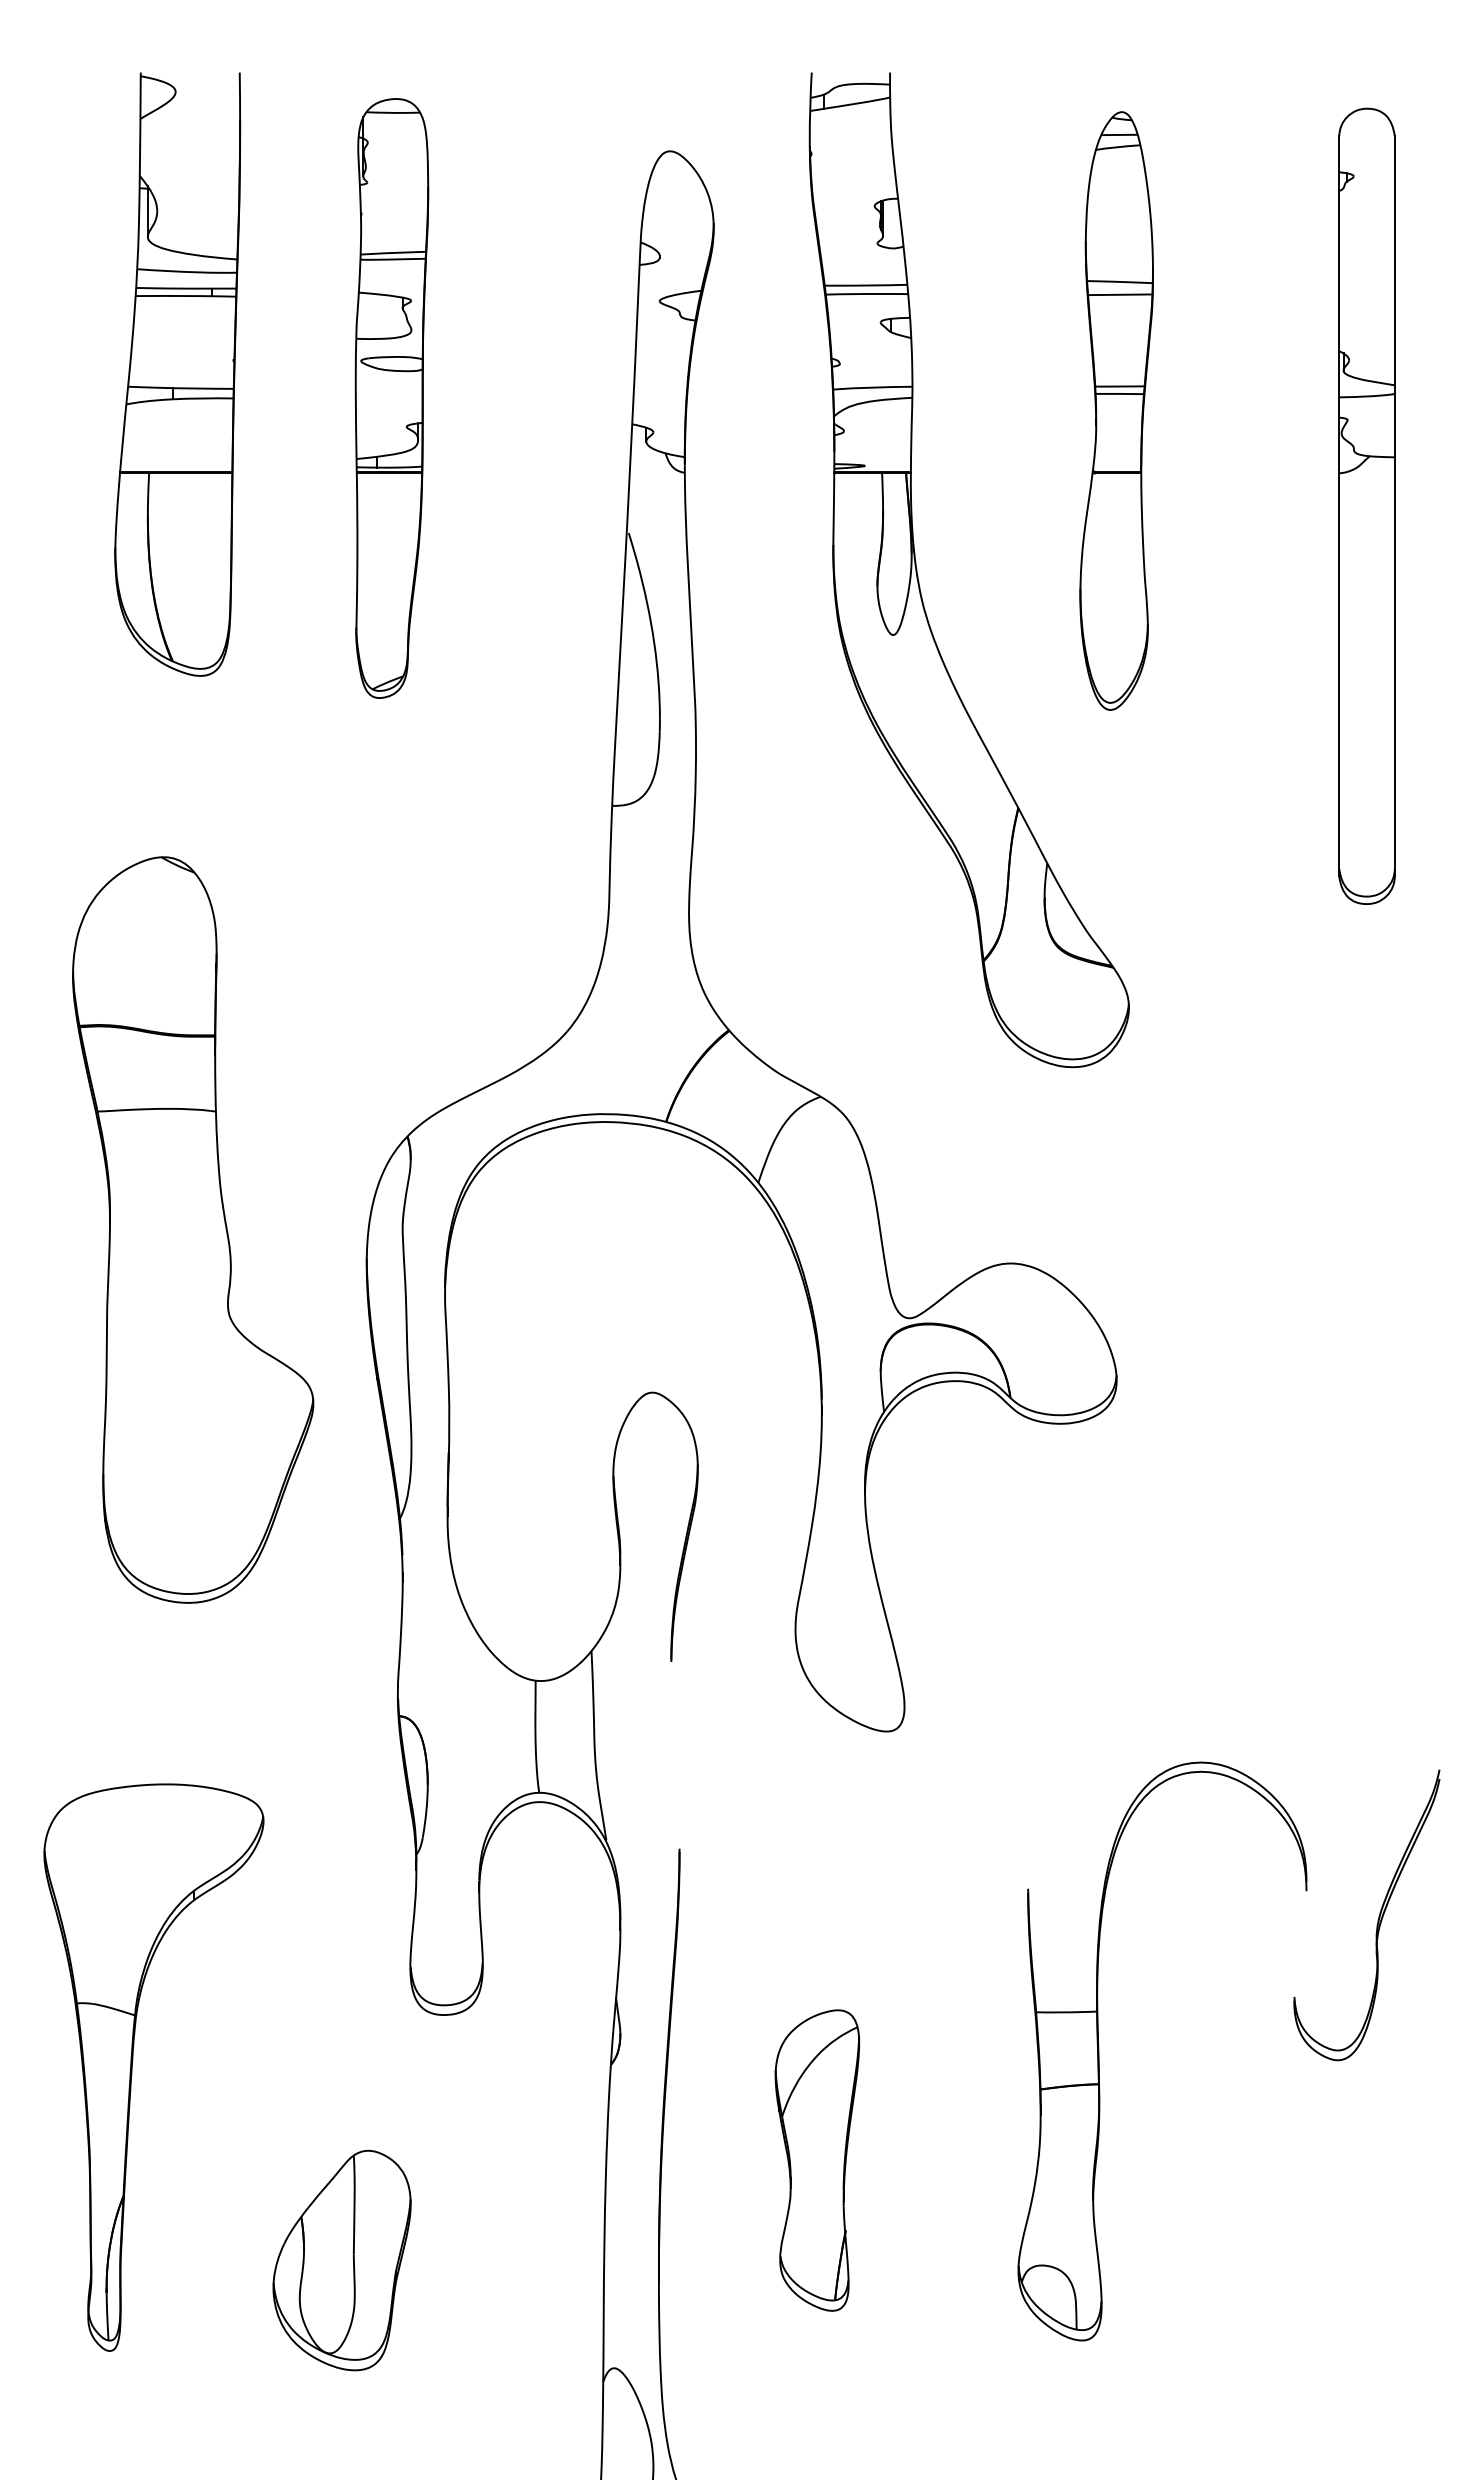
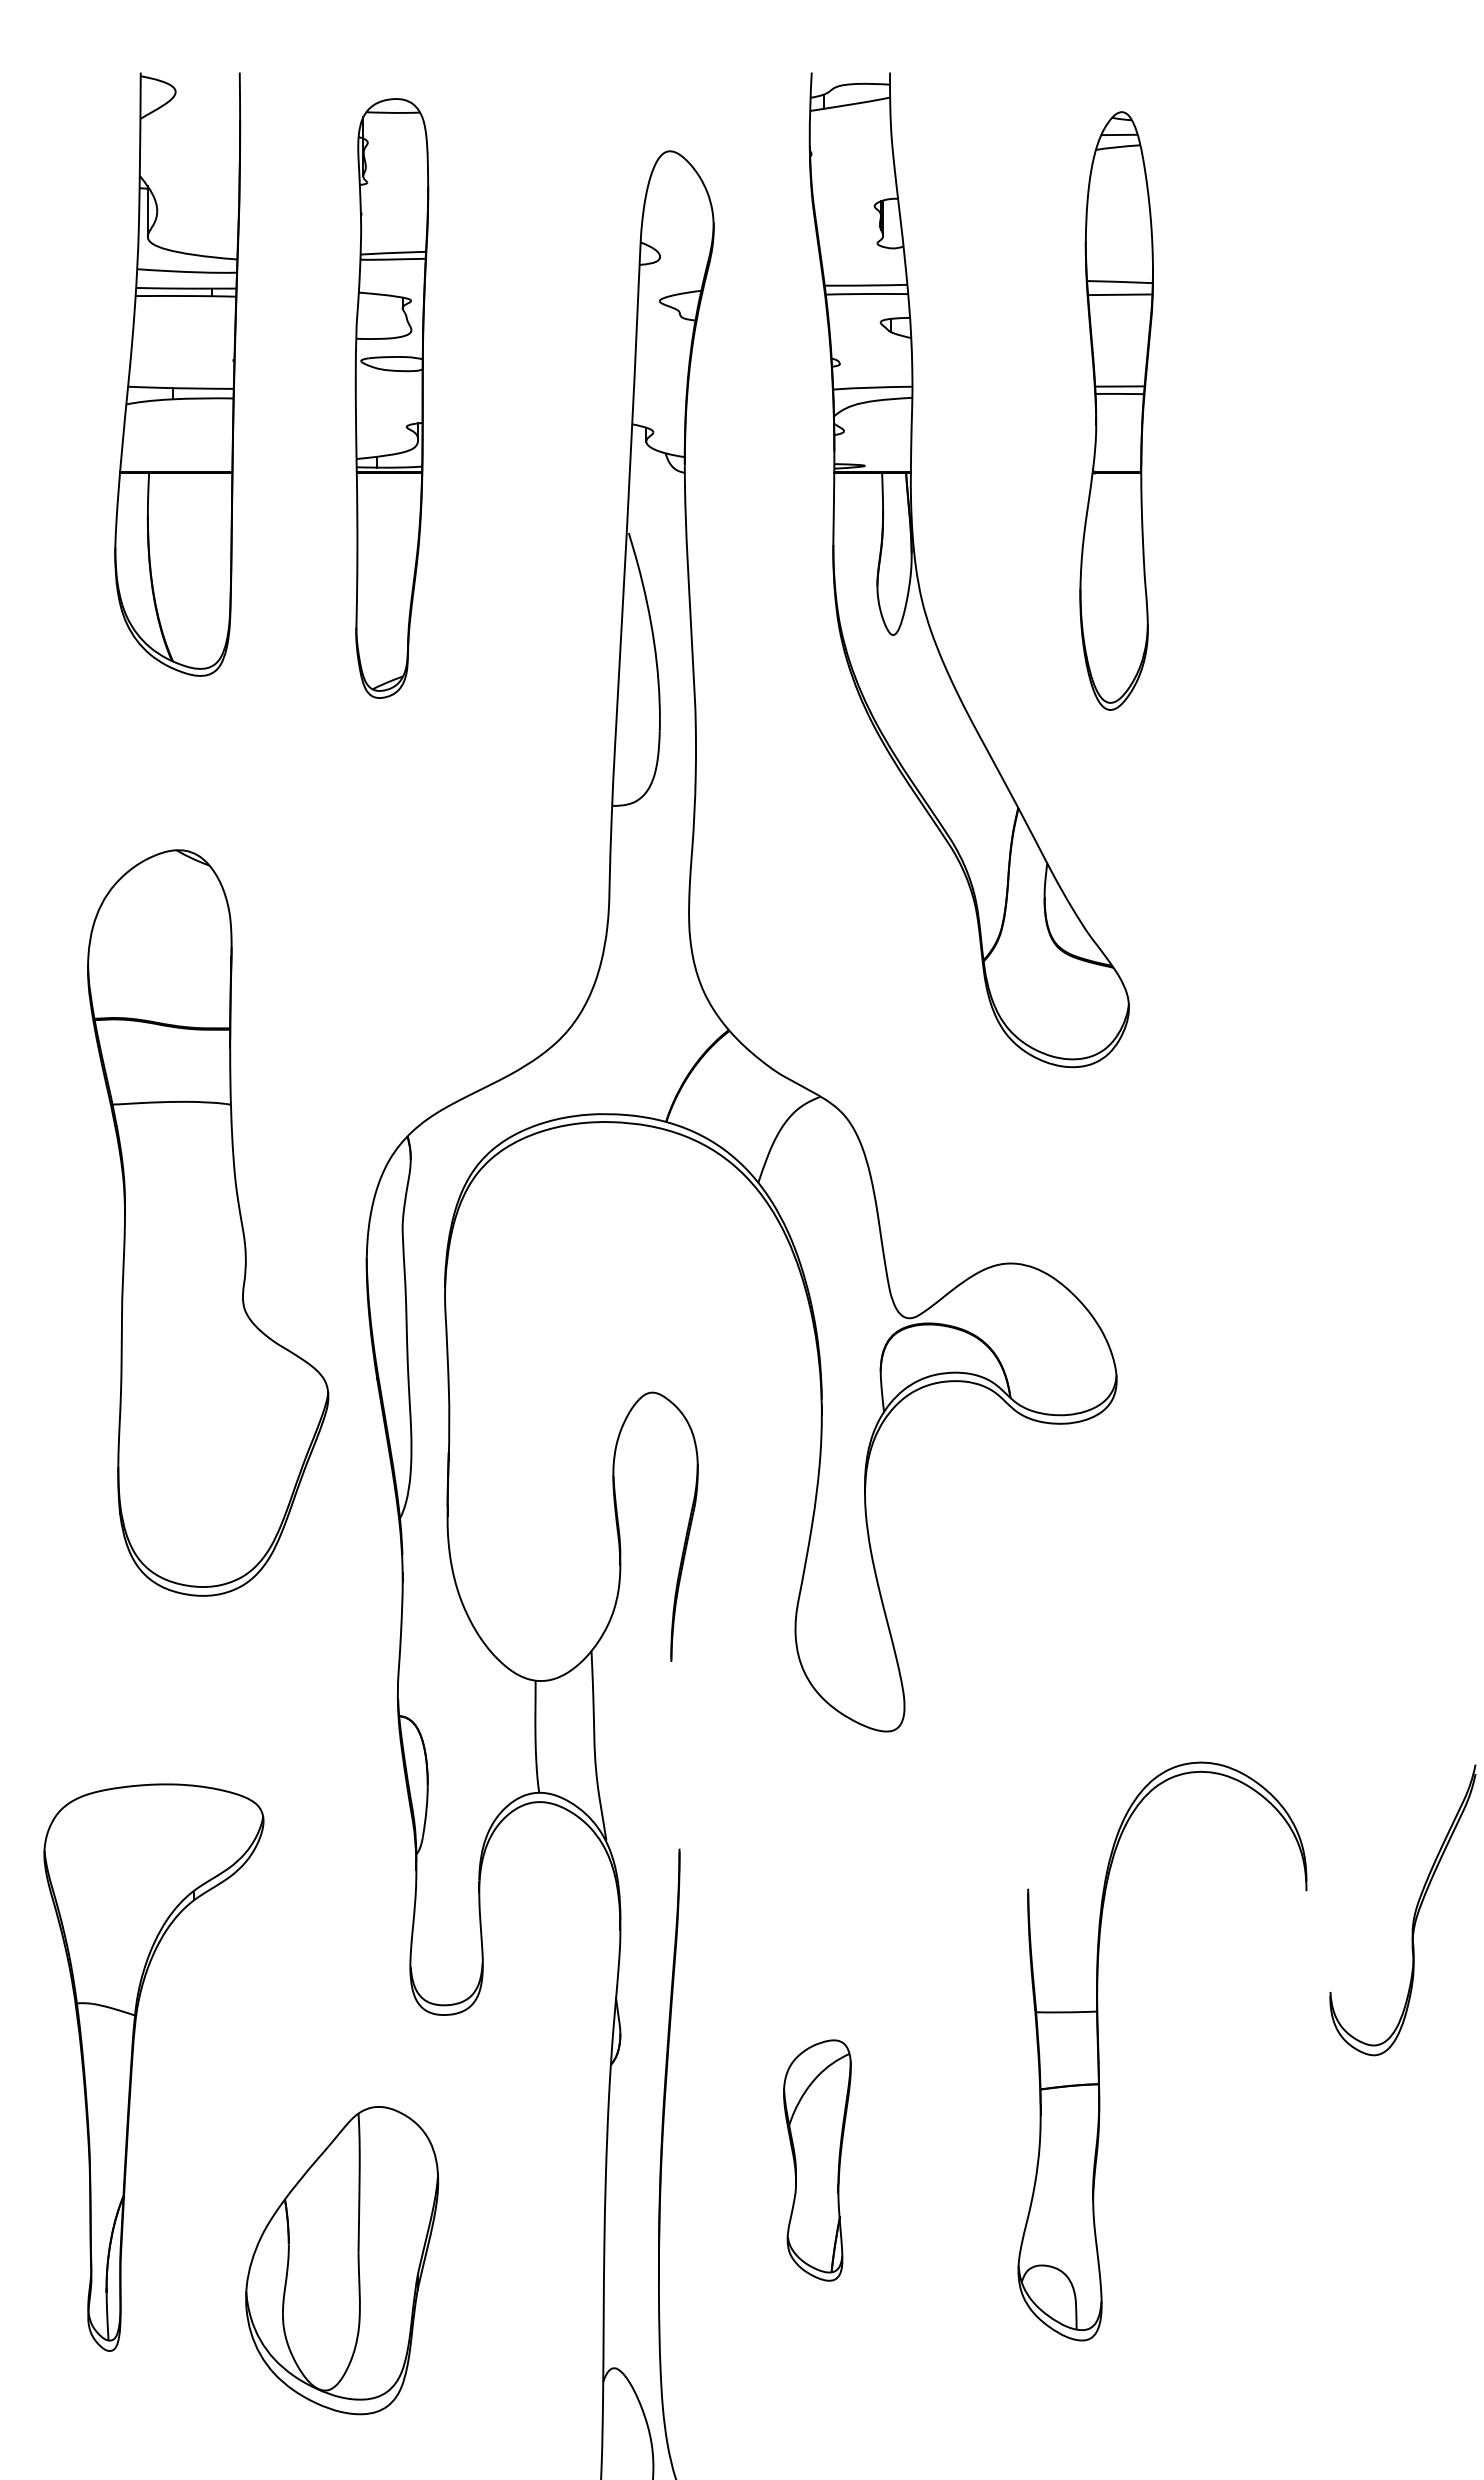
part at (1366, 505): present -> none
part at (193, 1229) position: (193, 1229) -> (208, 1222)
part at (1378, 1916) position: (1378, 1916) -> (1414, 1911)
part at (817, 2160) size: 87x303 px -> 69x243 px
part at (341, 2260) size: 140x223 px -> 195x310 px
